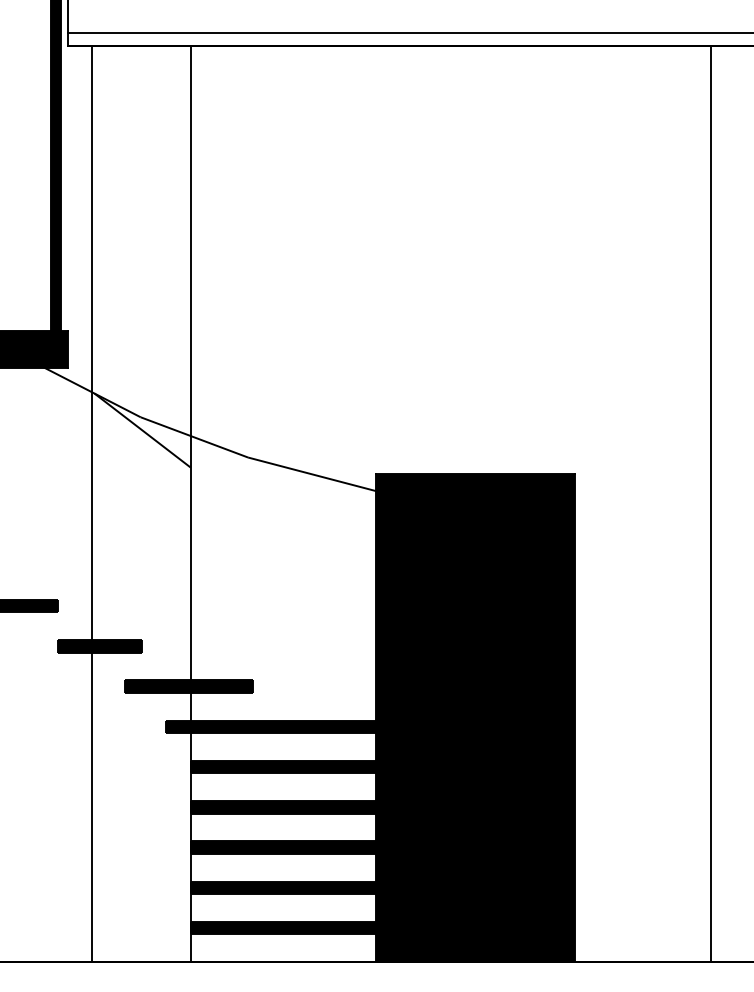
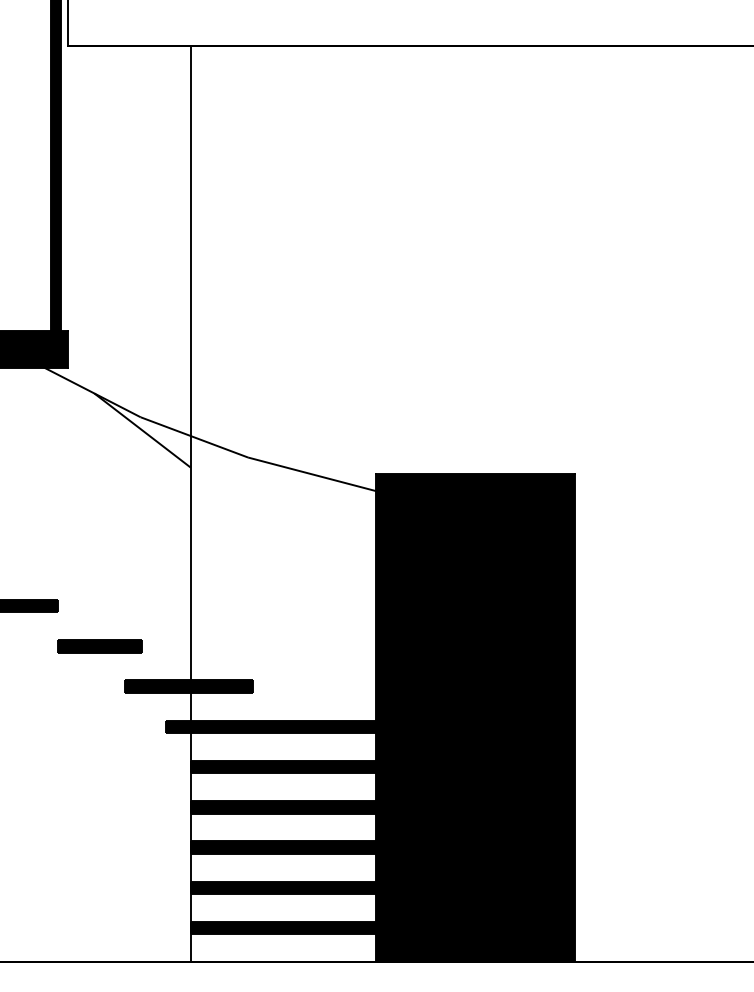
line at (409, 33): present -> none
line at (91, 503): present -> none
line at (710, 503): present -> none
